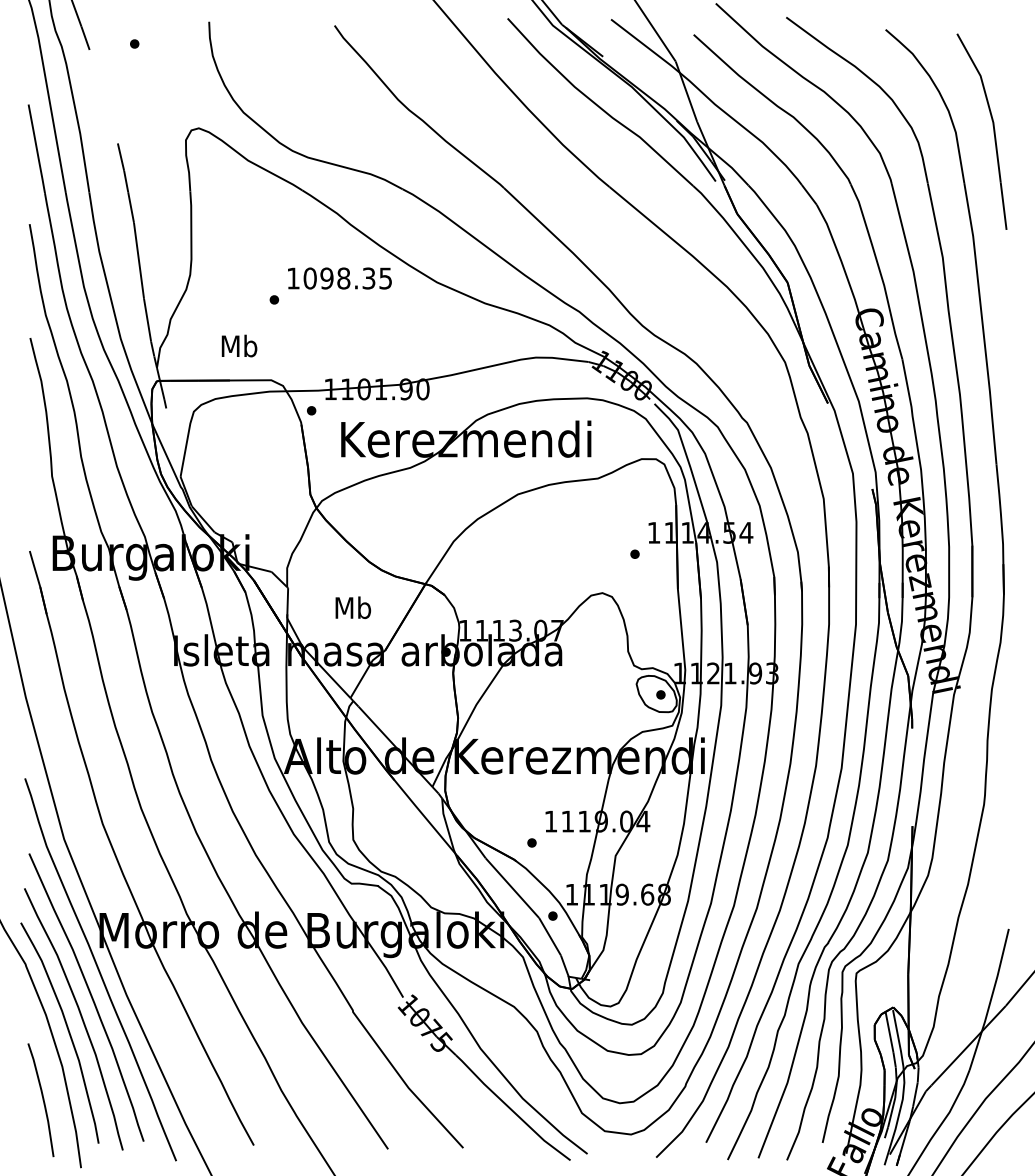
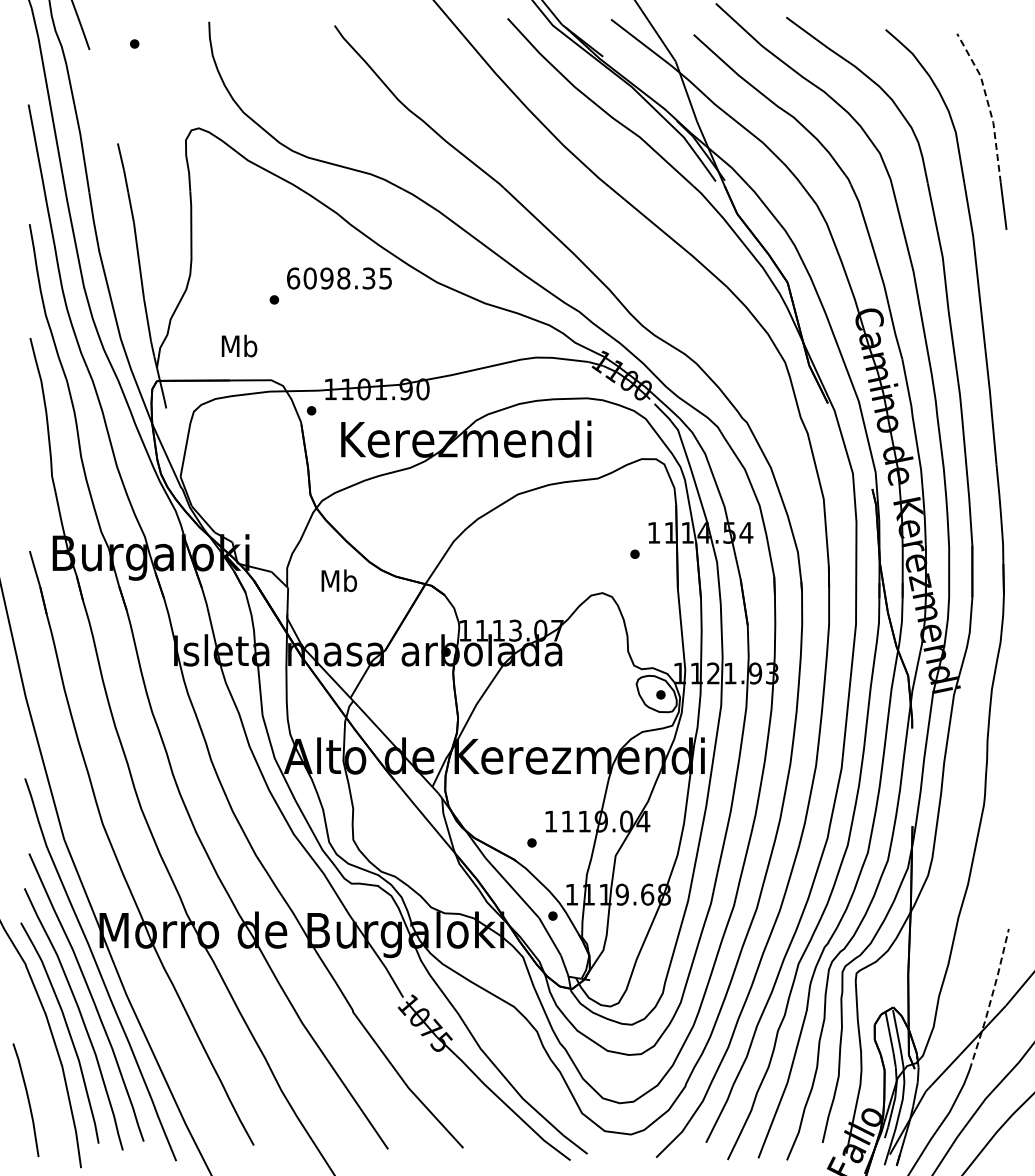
line at (988, 104): solid -> dashed
text at (293, 278): 1098.35 -> 6098.35
text at (353, 607) position: (353, 607) -> (339, 580)
line at (990, 999): solid -> dashed
curve at (42, 1100) position: (42, 1100) -> (27, 1100)
